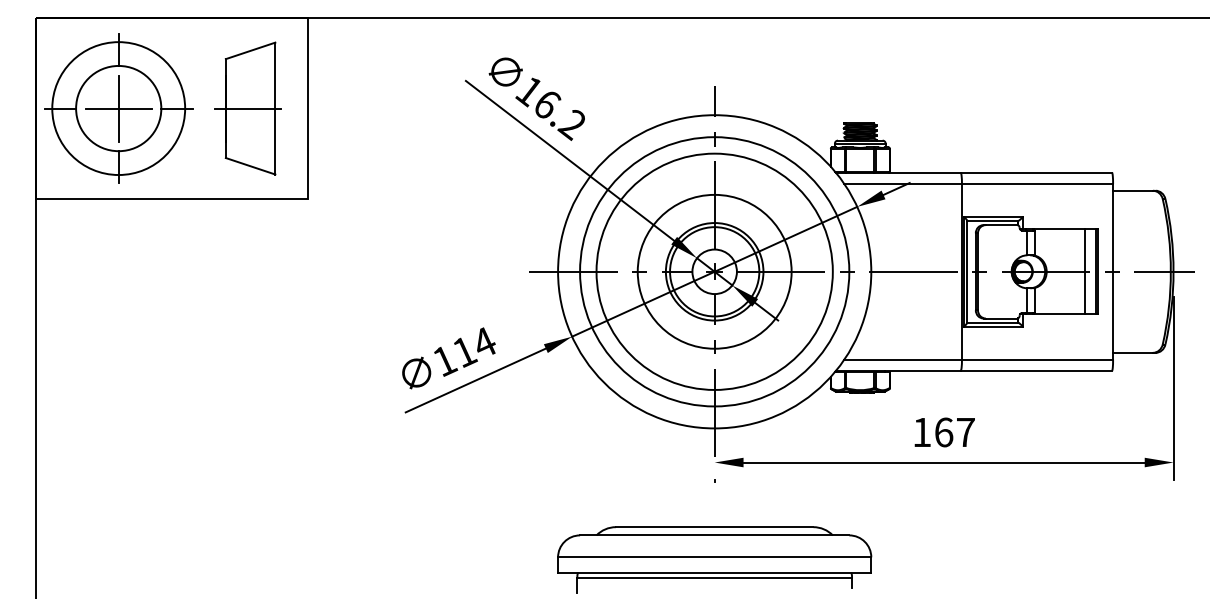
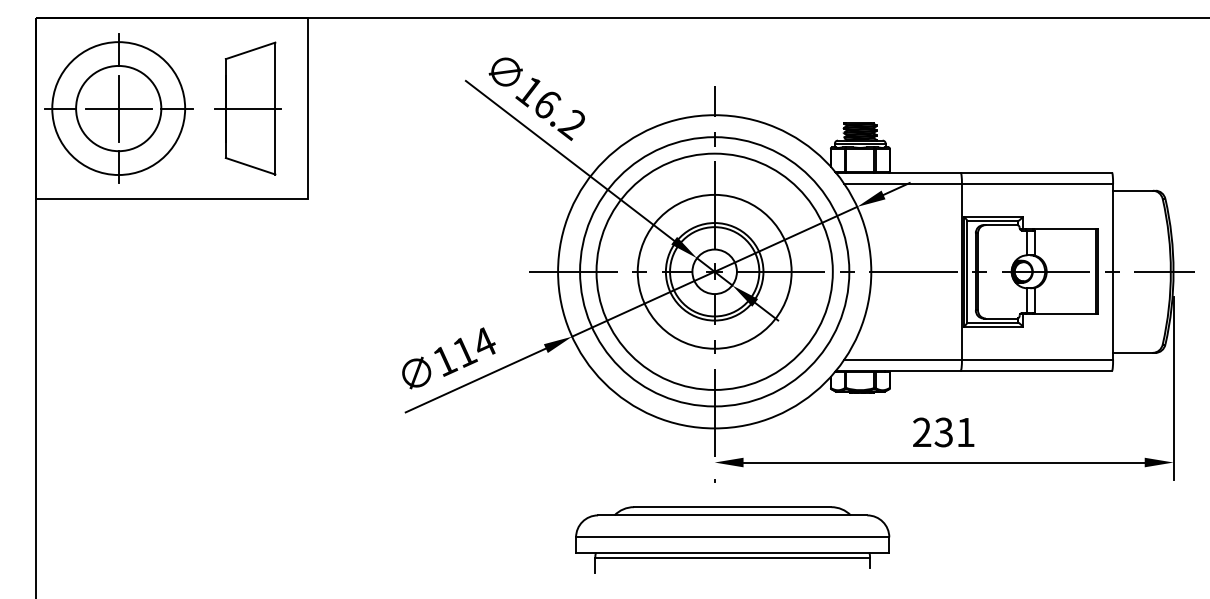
line at (1085, 271): present -> none
text at (943, 432): 167 -> 231
part at (714, 559) position: (714, 559) -> (732, 539)
